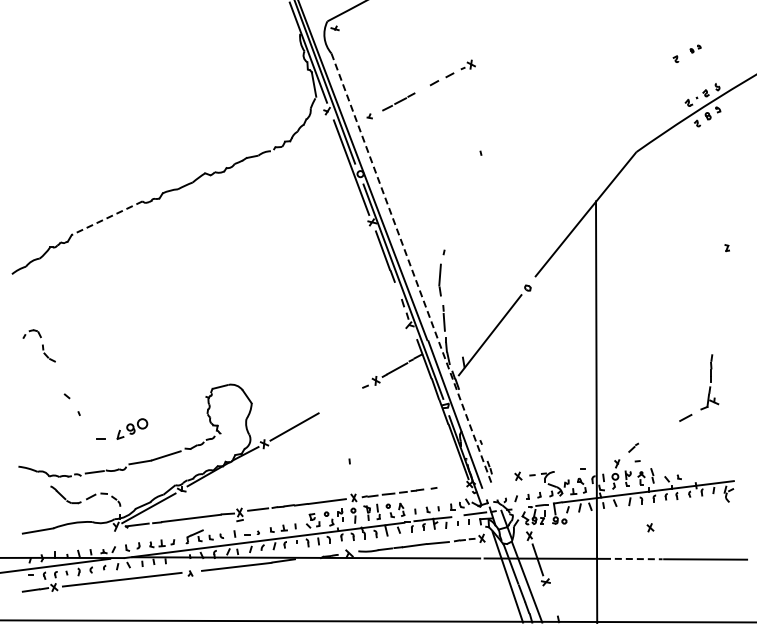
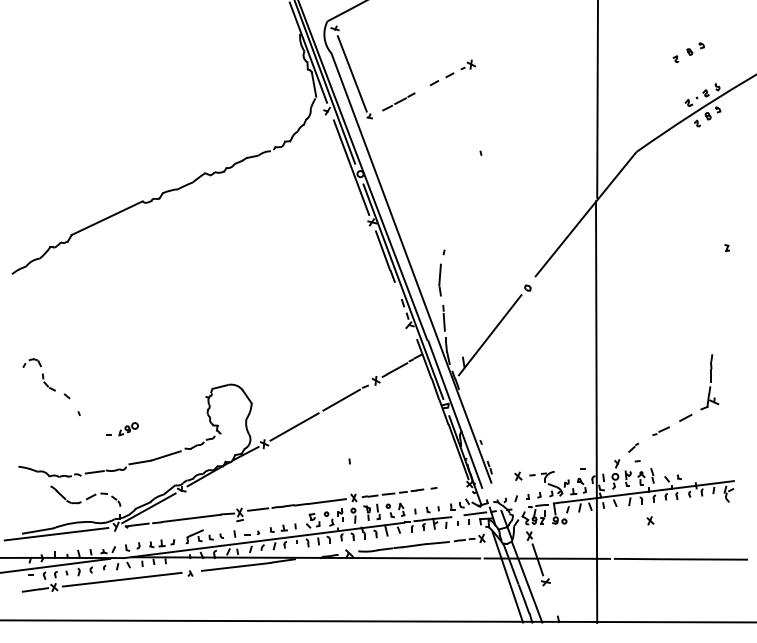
part at (695, 48) size: 13x10 px -> 19x14 px
line at (351, 73): none -> present
line at (597, 99): none -> present
line at (106, 218): dashed -> solid
line at (411, 268): dashed -> solid
part at (38, 345) position: (38, 345) -> (38, 374)
line at (341, 399): none -> present
part at (122, 428) size: 53x22 px -> 33x15 px
part at (660, 430): none -> present
part at (650, 527) position: (650, 527) -> (650, 520)
line at (56, 534): none -> present
line at (638, 559): dashed -> solid
